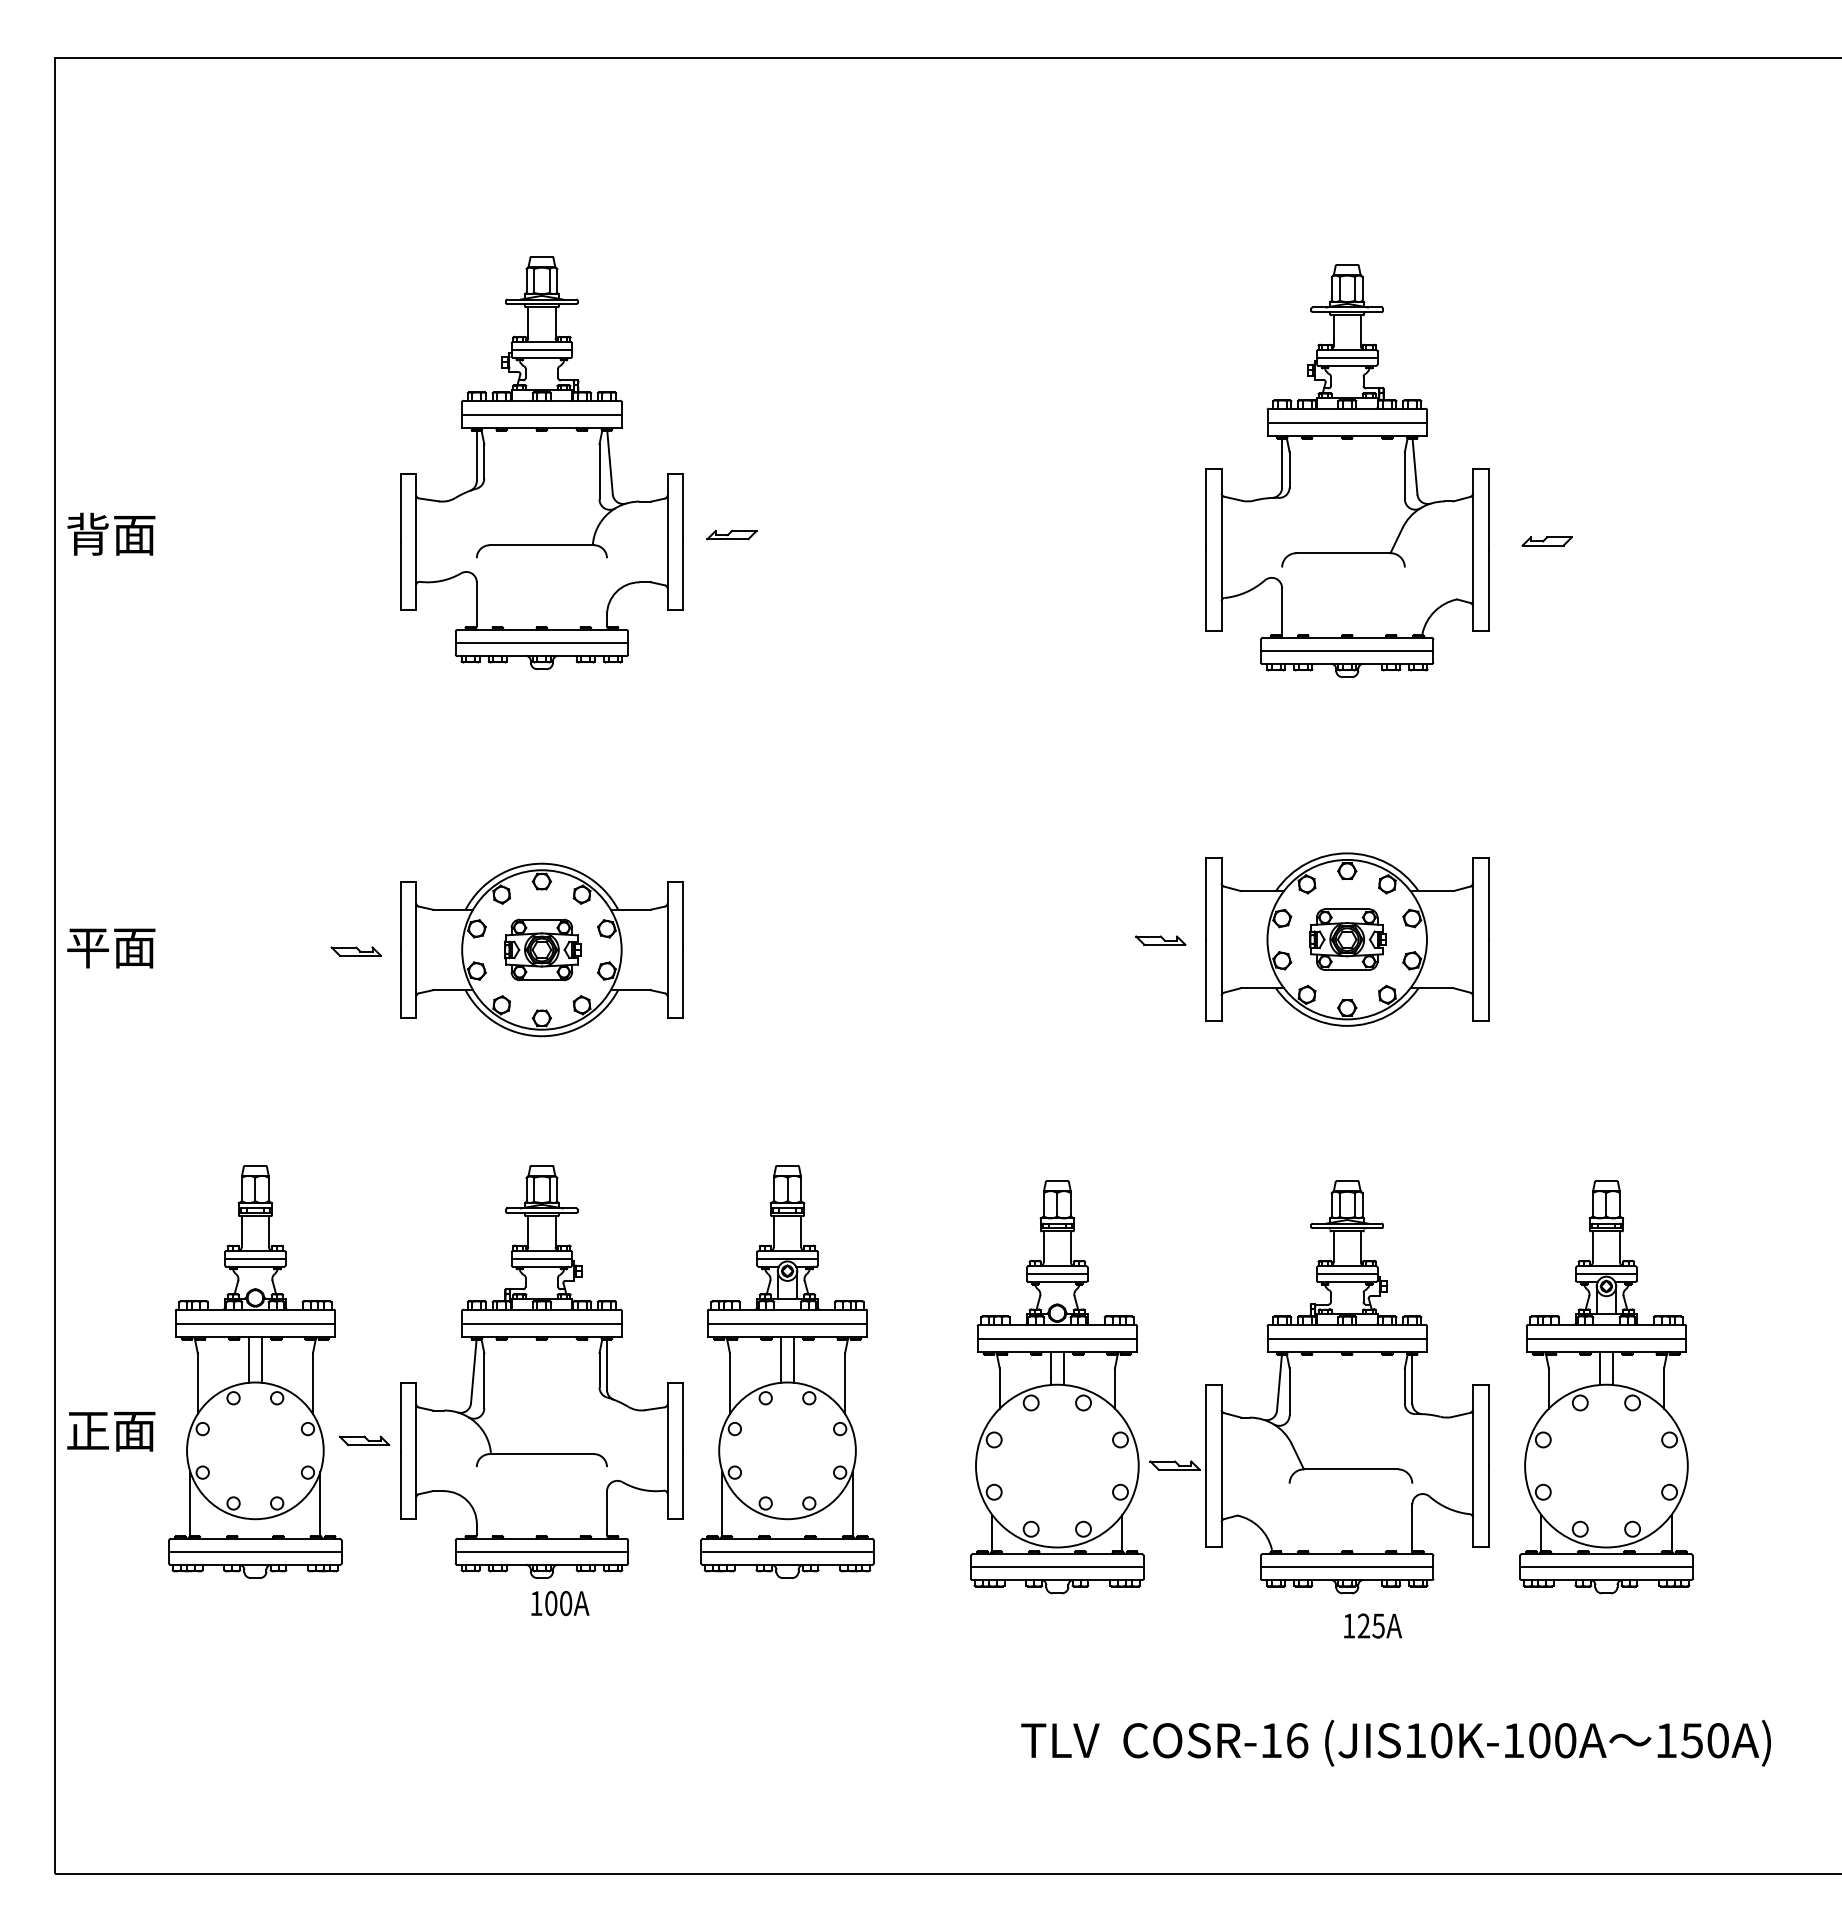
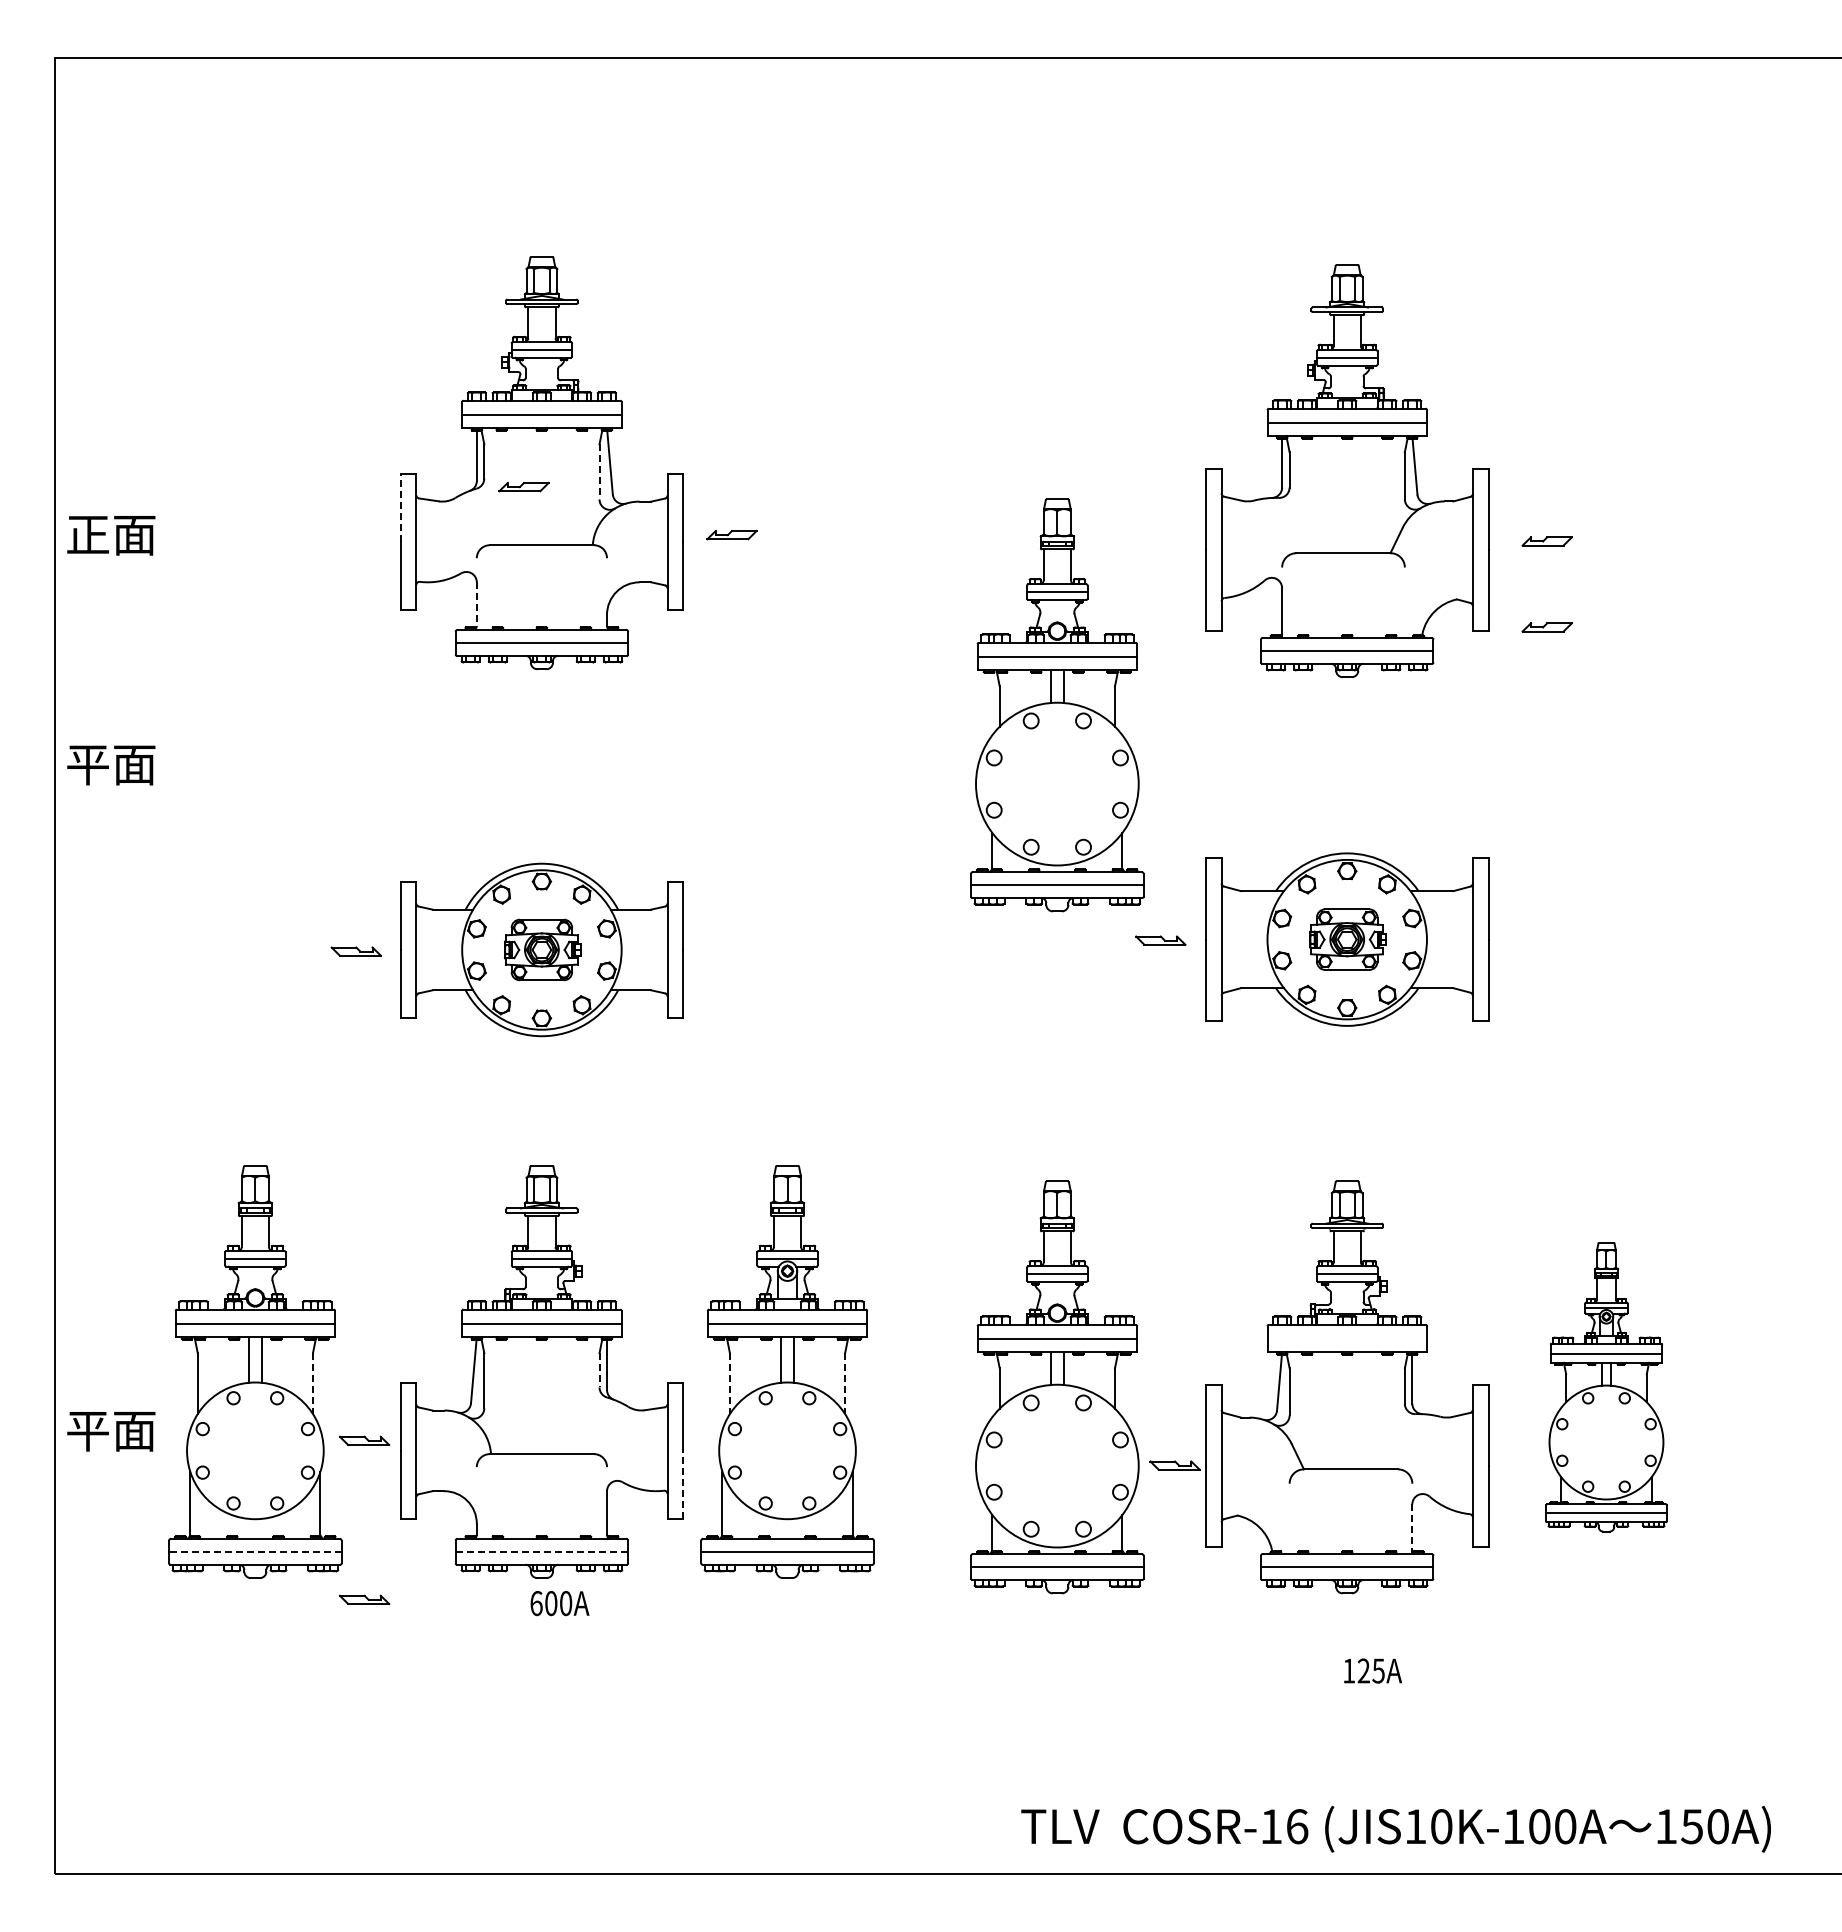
line at (599, 471): solid -> dashed
part at (523, 487): none -> present
line at (400, 507): solid -> dashed
text at (87, 533): 背面 -> 正面
line at (476, 604): solid -> dashed
part at (1546, 627): none -> present
part at (1057, 705): none -> present
text at (111, 948) position: (111, 948) -> (111, 765)
line at (1346, 1339): present -> none
line at (599, 1370): solid -> dashed
line at (312, 1384): solid -> dashed
line at (729, 1384): solid -> dashed
line at (845, 1384): solid -> dashed
part at (1606, 1387) size: 175x415 px -> 123x291 px
text at (87, 1431): 正面 -> 平面
line at (683, 1484): solid -> dashed
line at (1412, 1529): solid -> dashed
line at (254, 1551): solid -> dashed
line at (542, 1551): solid -> dashed
part at (364, 1599): none -> present
text at (536, 1603): 100A -> 600A
text at (1372, 1625) position: (1372, 1625) -> (1372, 1670)
text at (1395, 1743) position: (1395, 1743) -> (1395, 1829)
